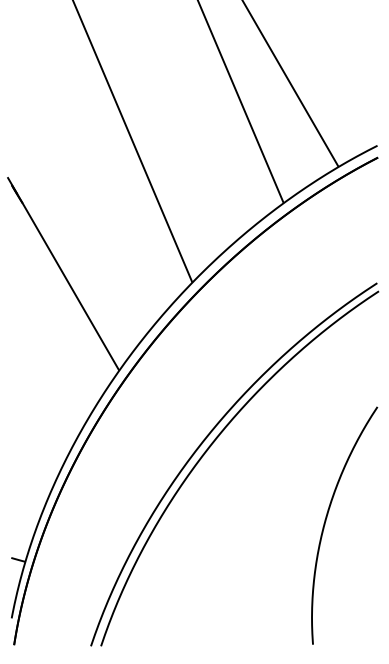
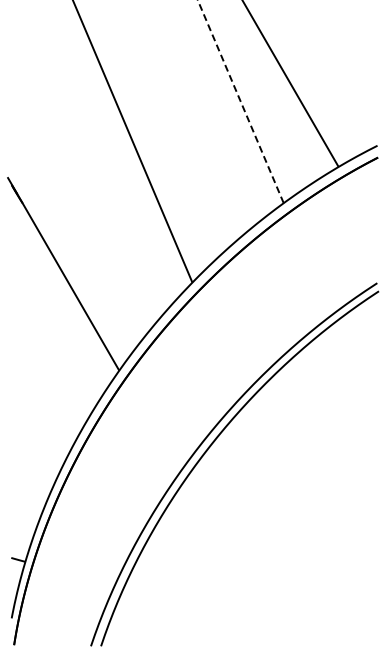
line at (240, 101): solid -> dashed
curve at (326, 521): present -> none
